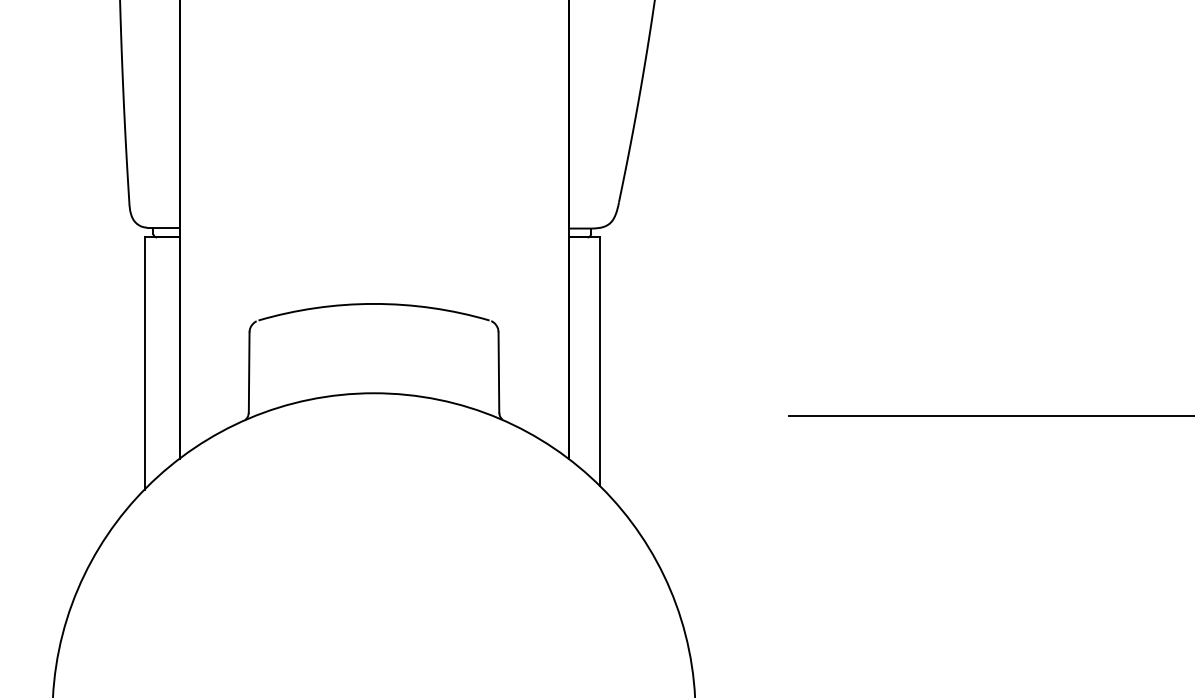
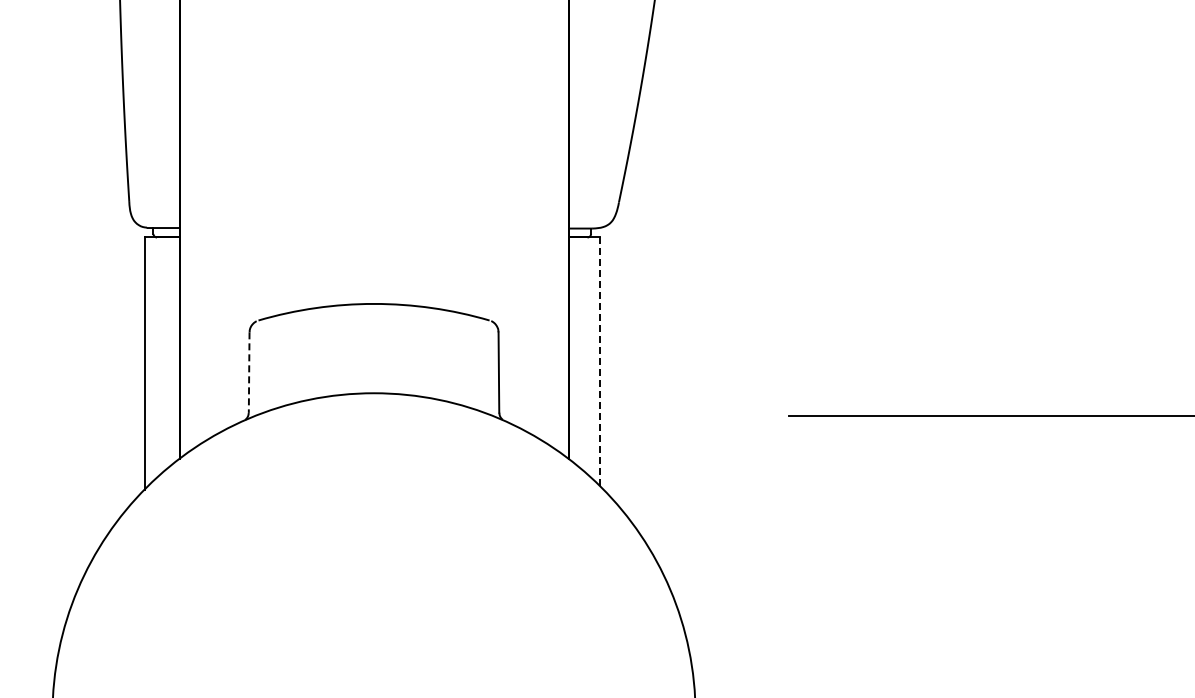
line at (600, 361): solid -> dashed
line at (249, 373): solid -> dashed
